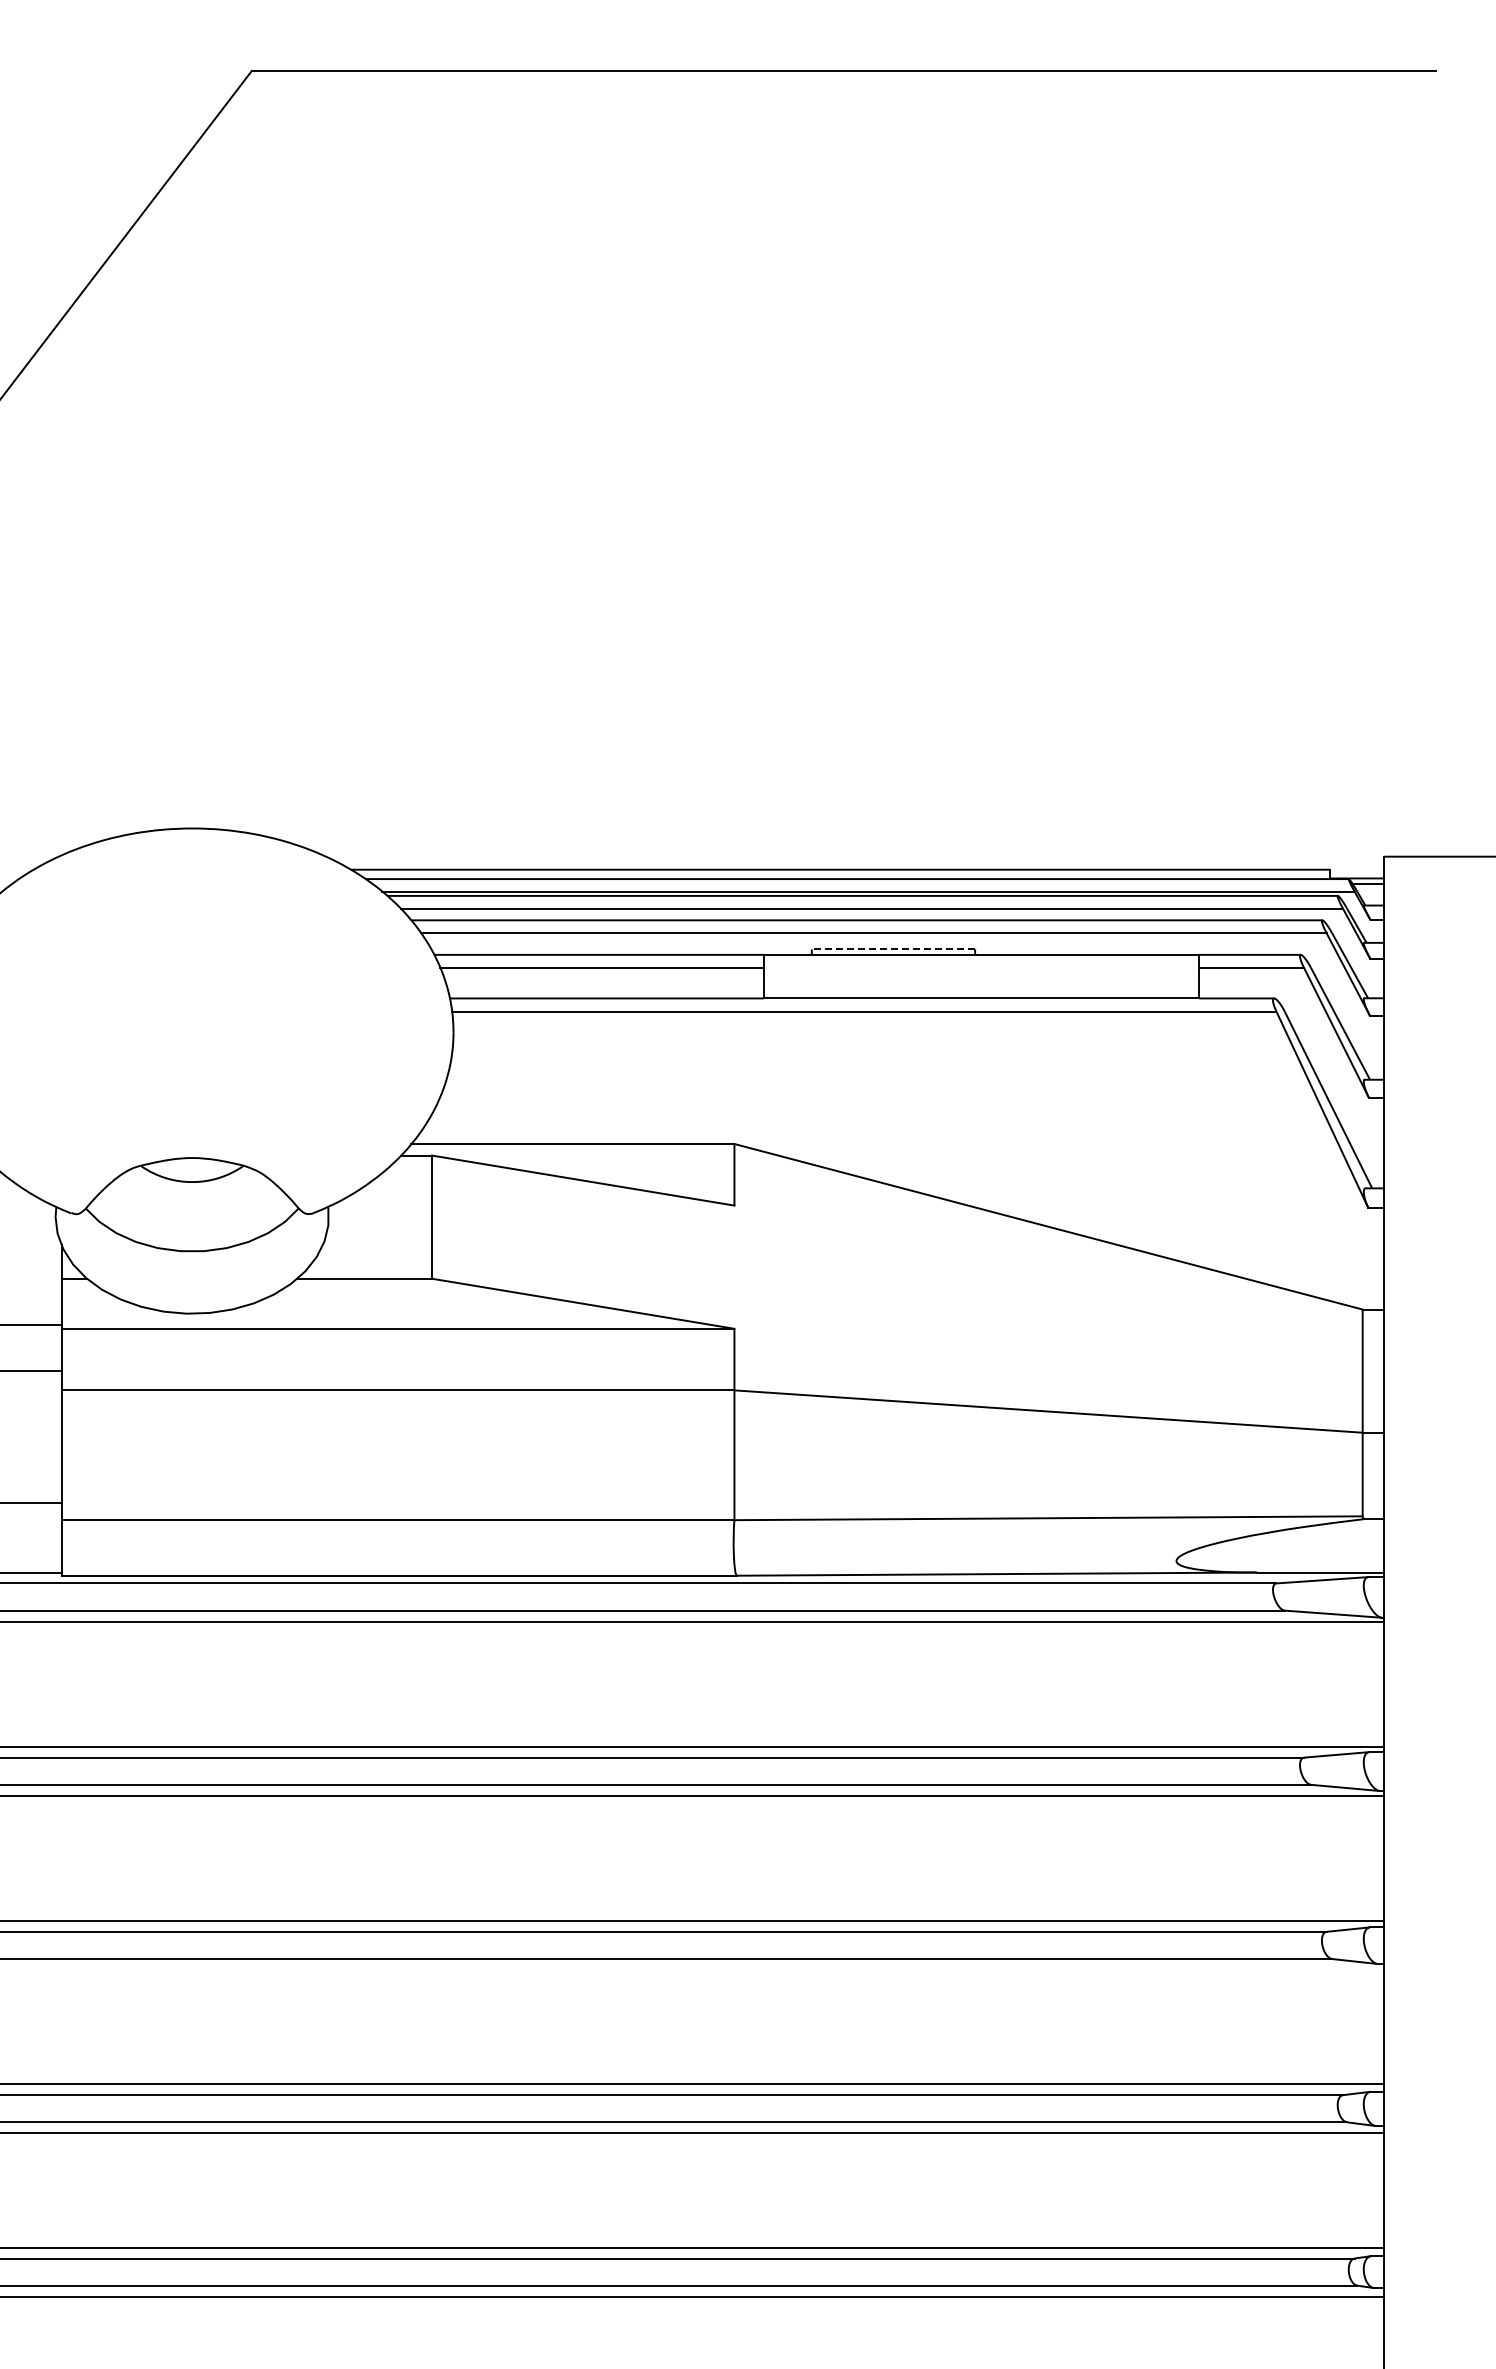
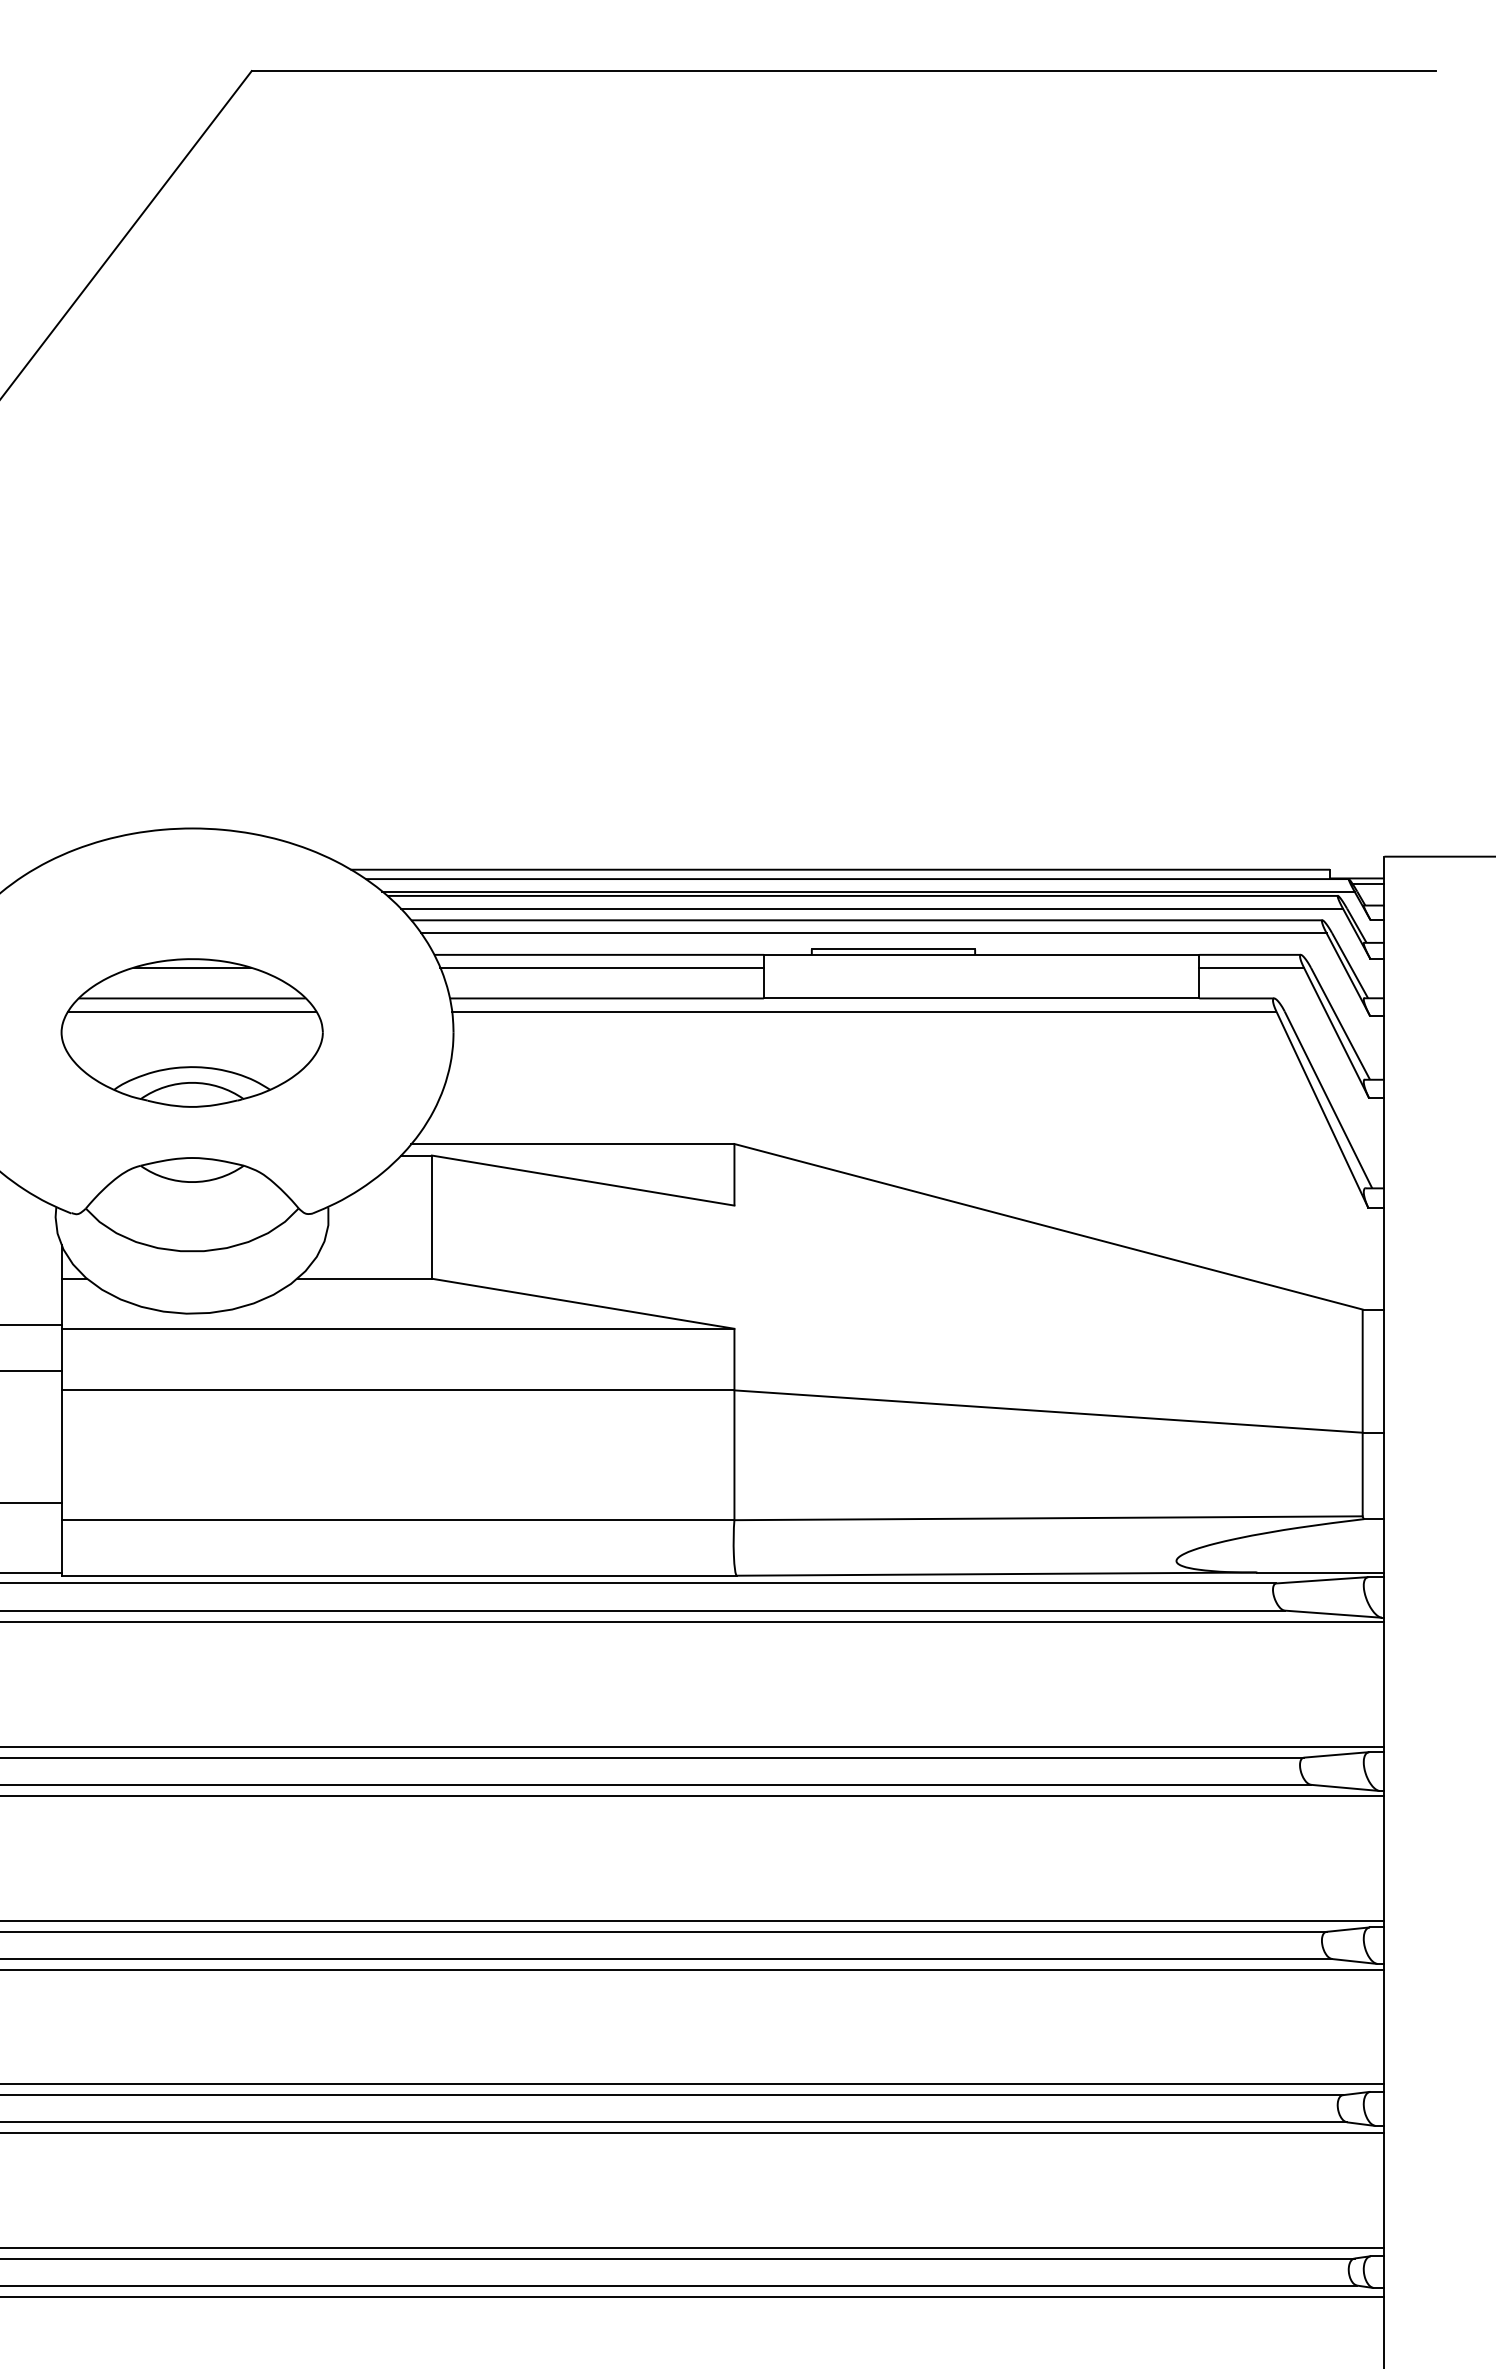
line at (893, 949): dashed -> solid
part at (191, 1032): none -> present
line at (693, 1969): none -> present
